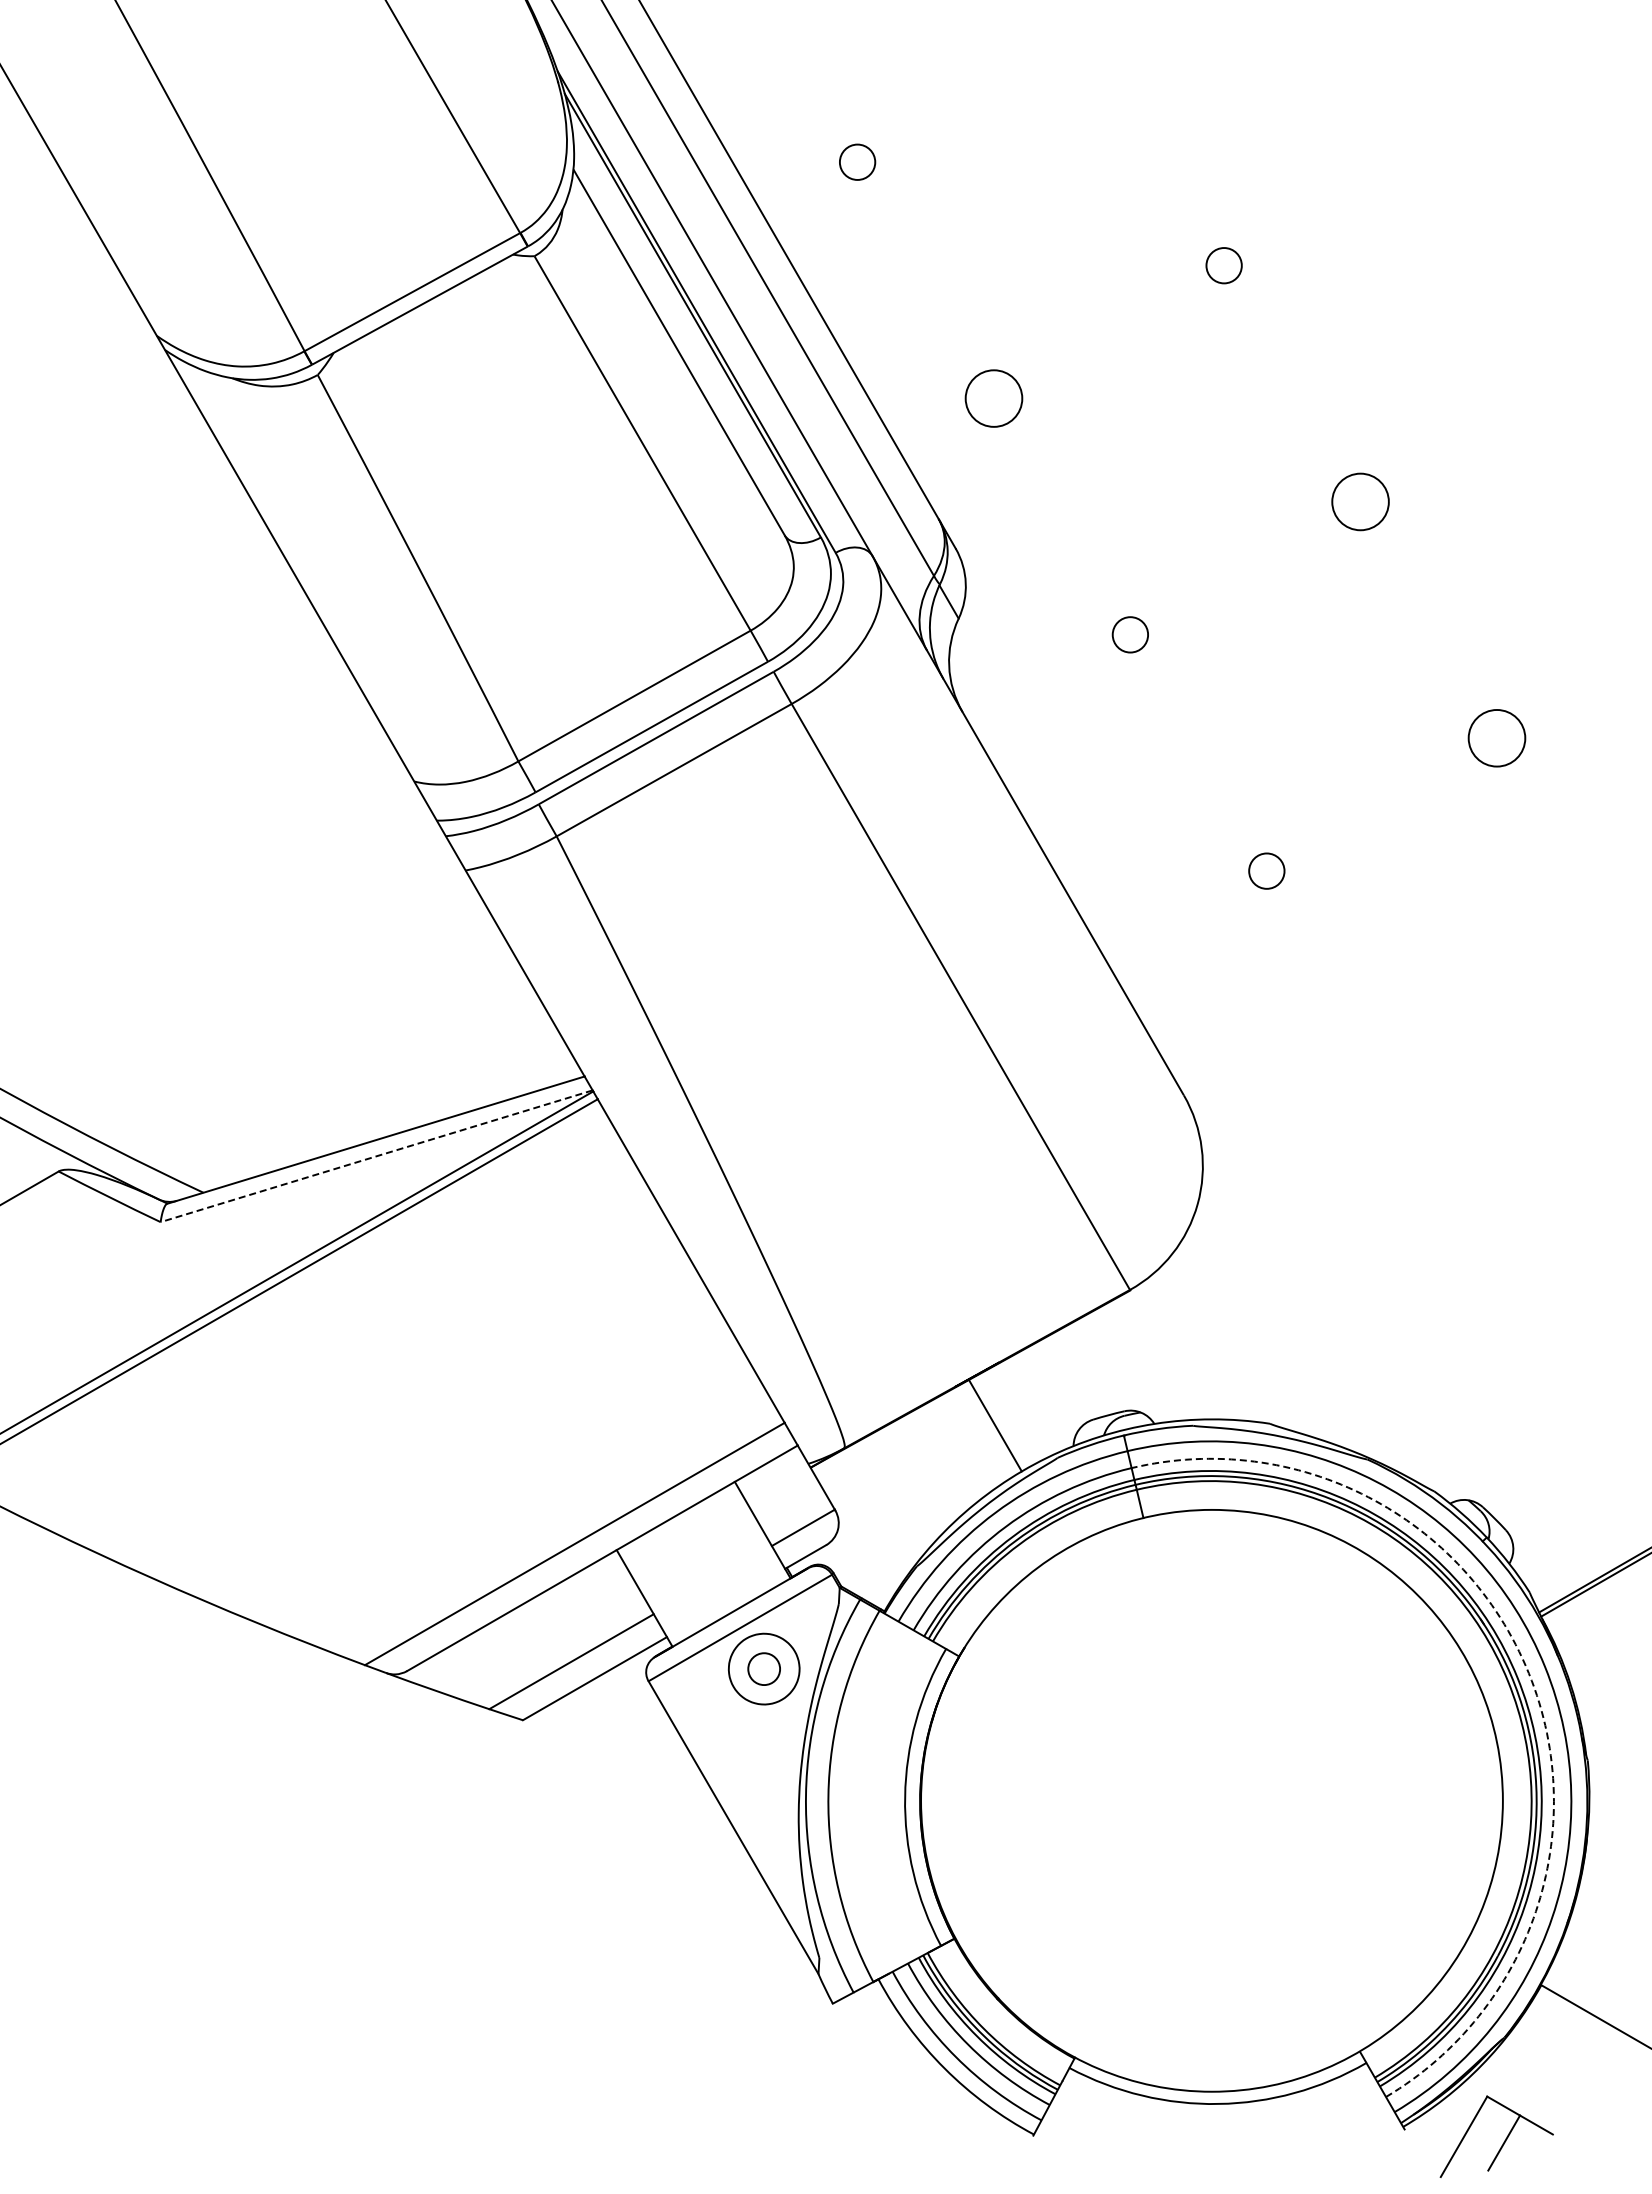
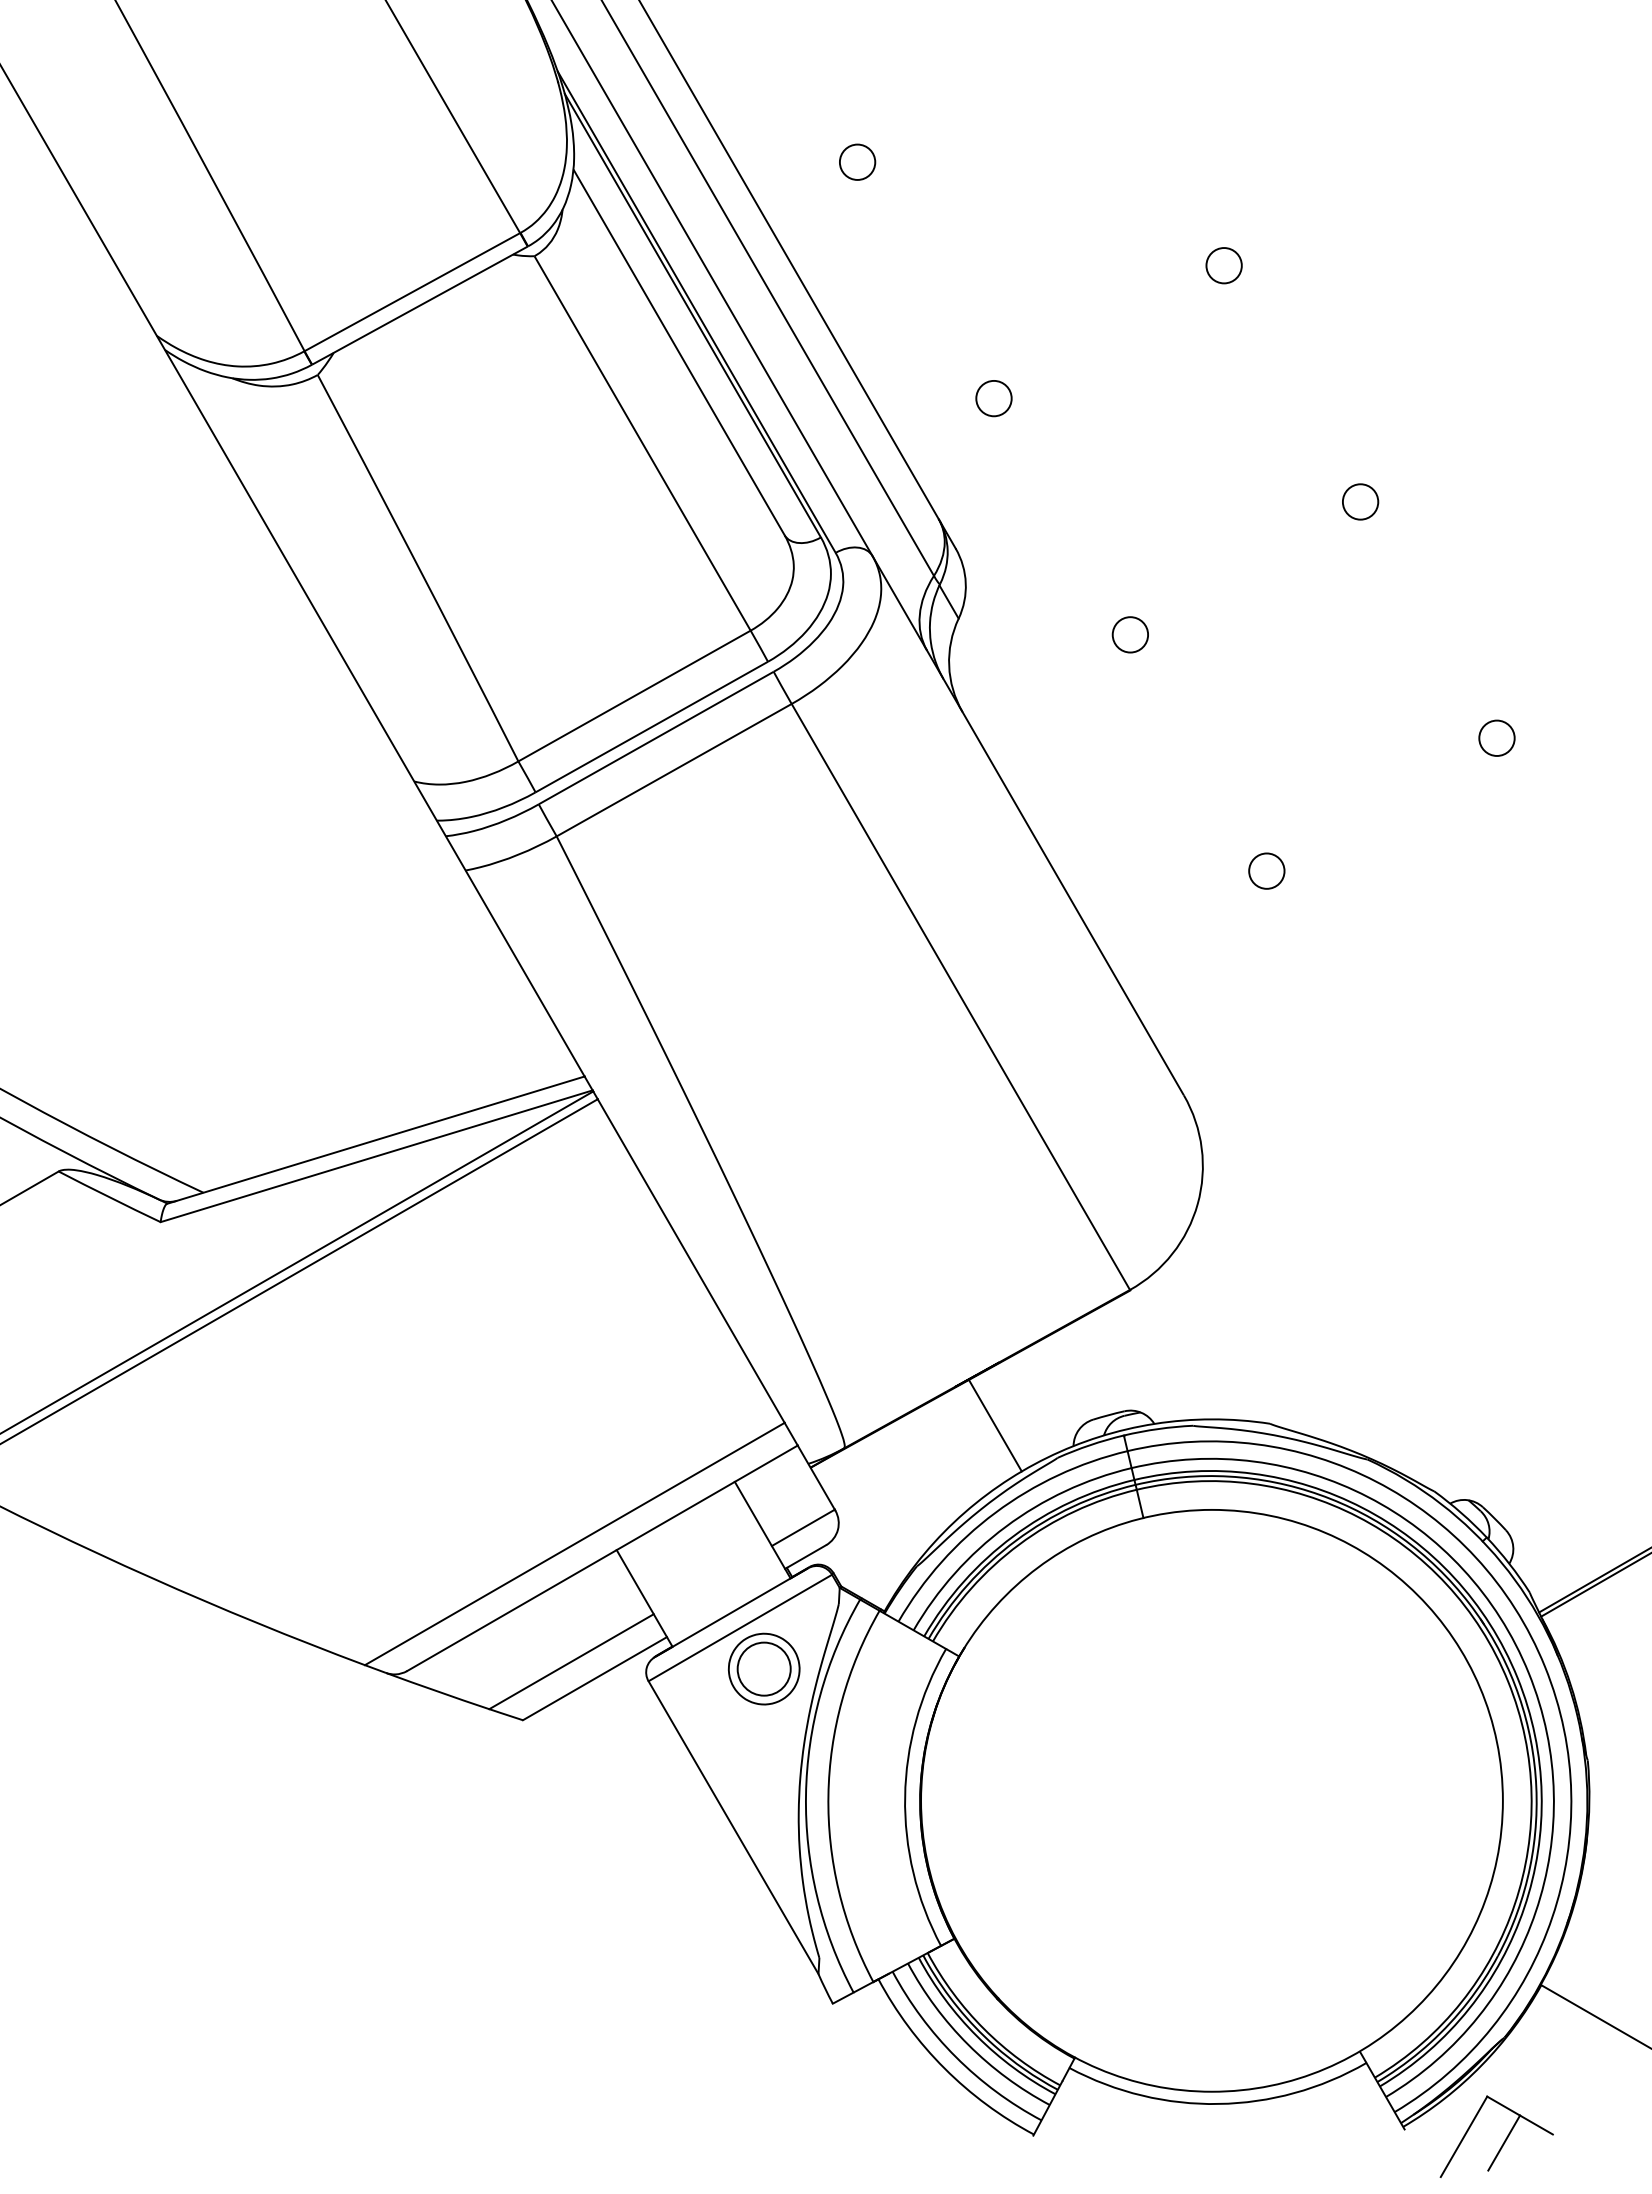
circle at (993, 398) diameter: 57 px -> 35 px
circle at (1360, 501) diameter: 57 px -> 35 px
circle at (1496, 737) diameter: 57 px -> 35 px
line at (376, 1156): dashed -> solid
circle at (764, 1669) diameter: 32 px -> 53 px
arc at (1528, 1673): dashed -> solid
